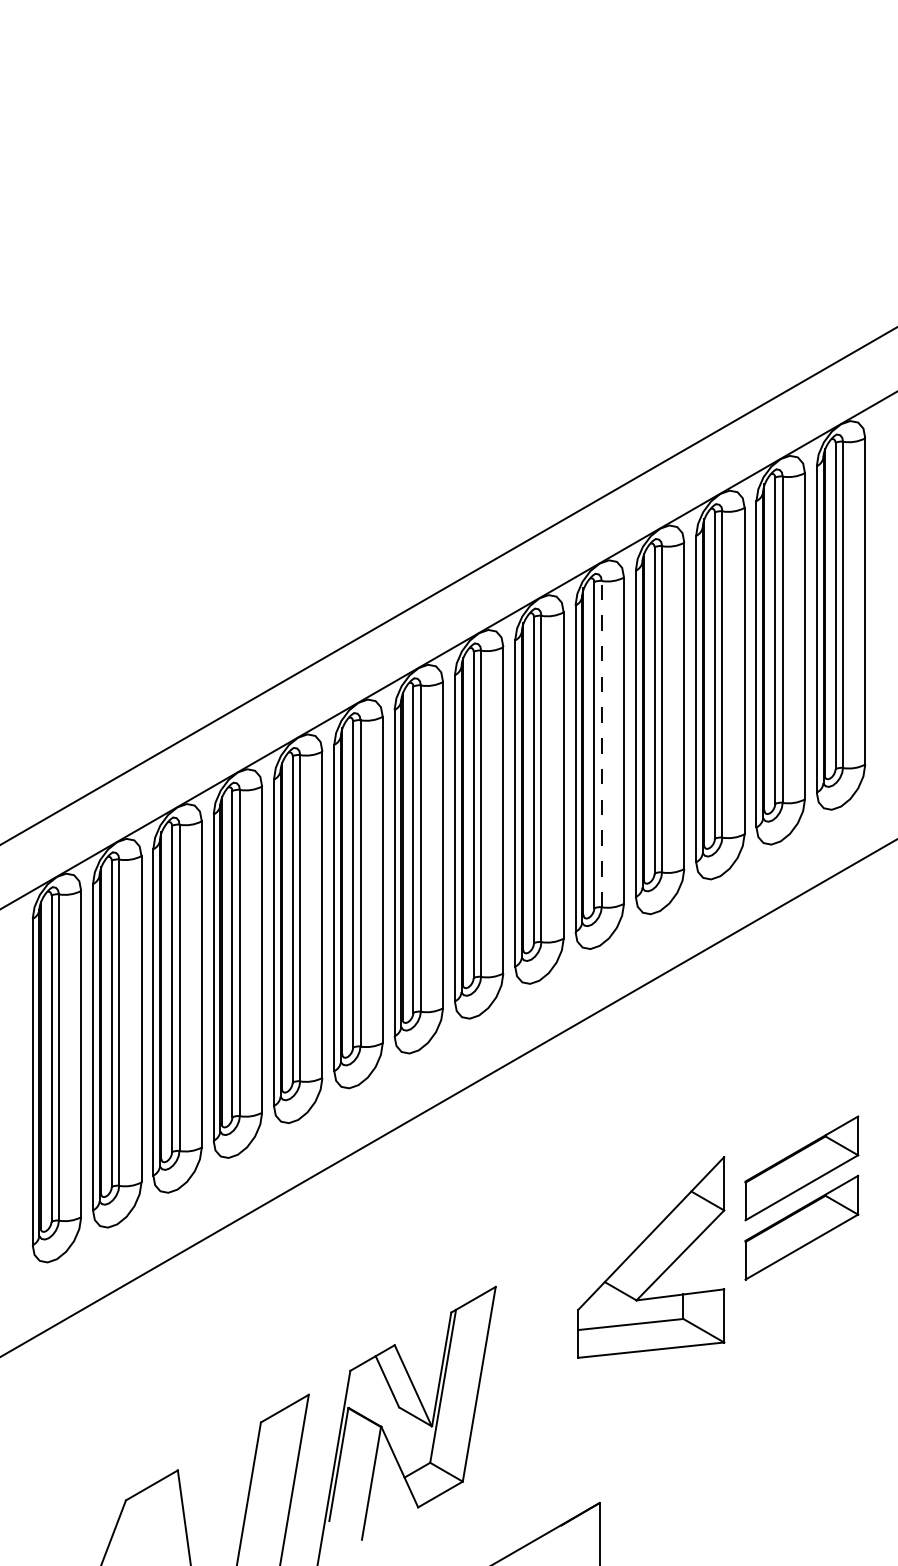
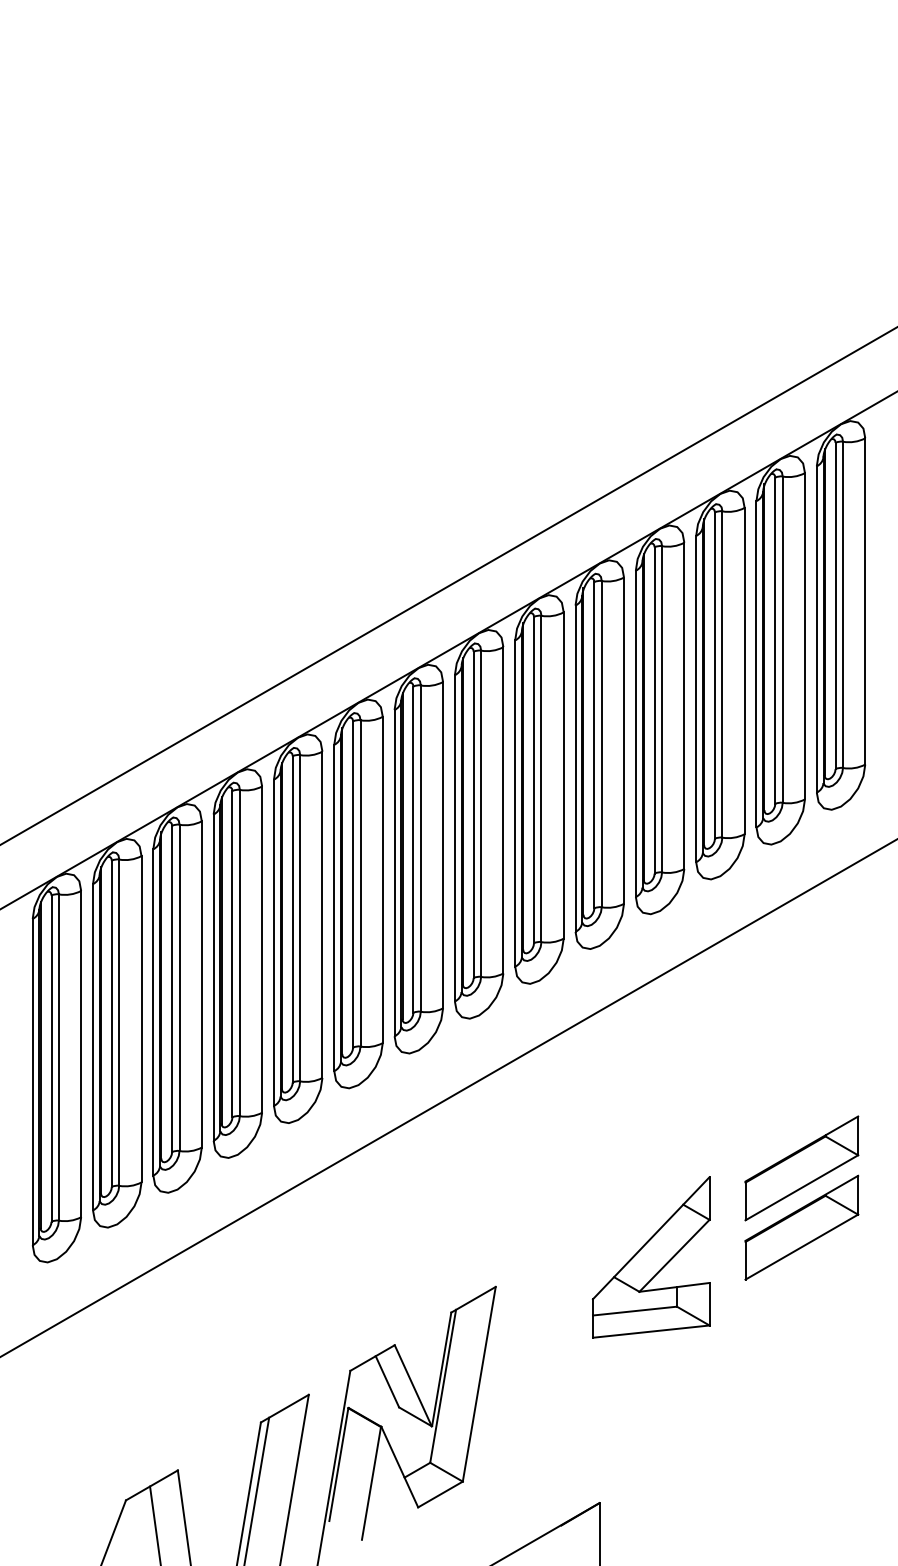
line at (601, 743): dashed -> solid
part at (651, 1257) size: 149x203 px -> 120x163 px
line at (256, 1489): none -> present
line at (155, 1524): none -> present
